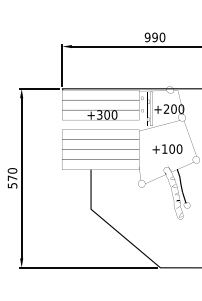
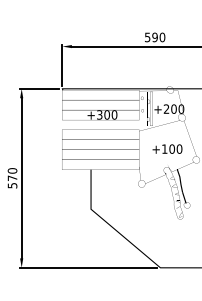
text at (147, 36): 990 -> 590
